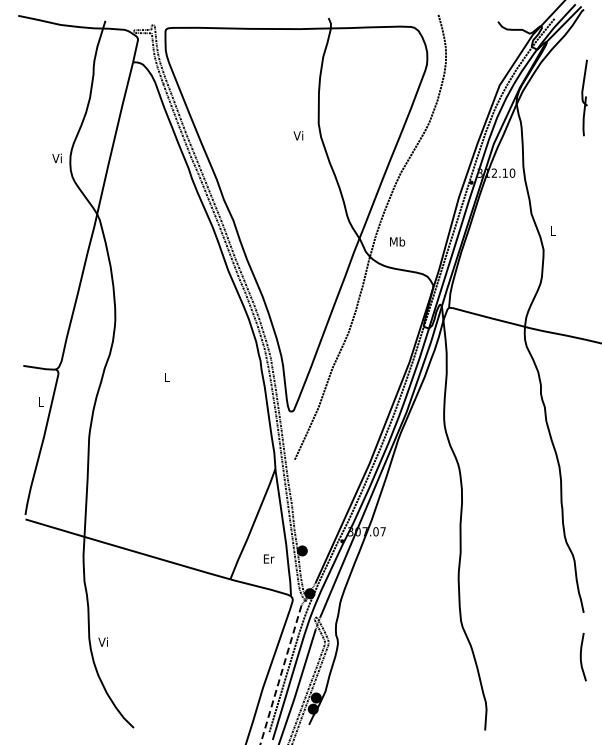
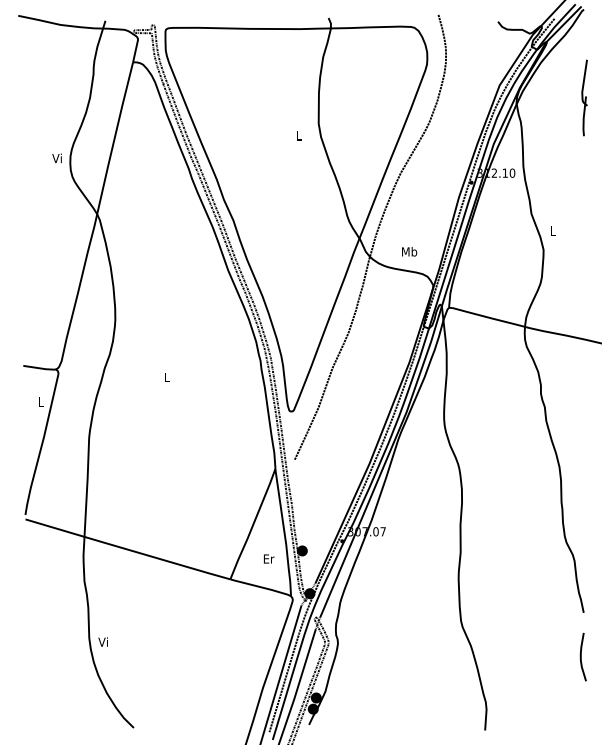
text at (298, 135): Vi -> L
text at (397, 241) position: (397, 241) -> (409, 251)
line at (280, 675): dashed -> solid
